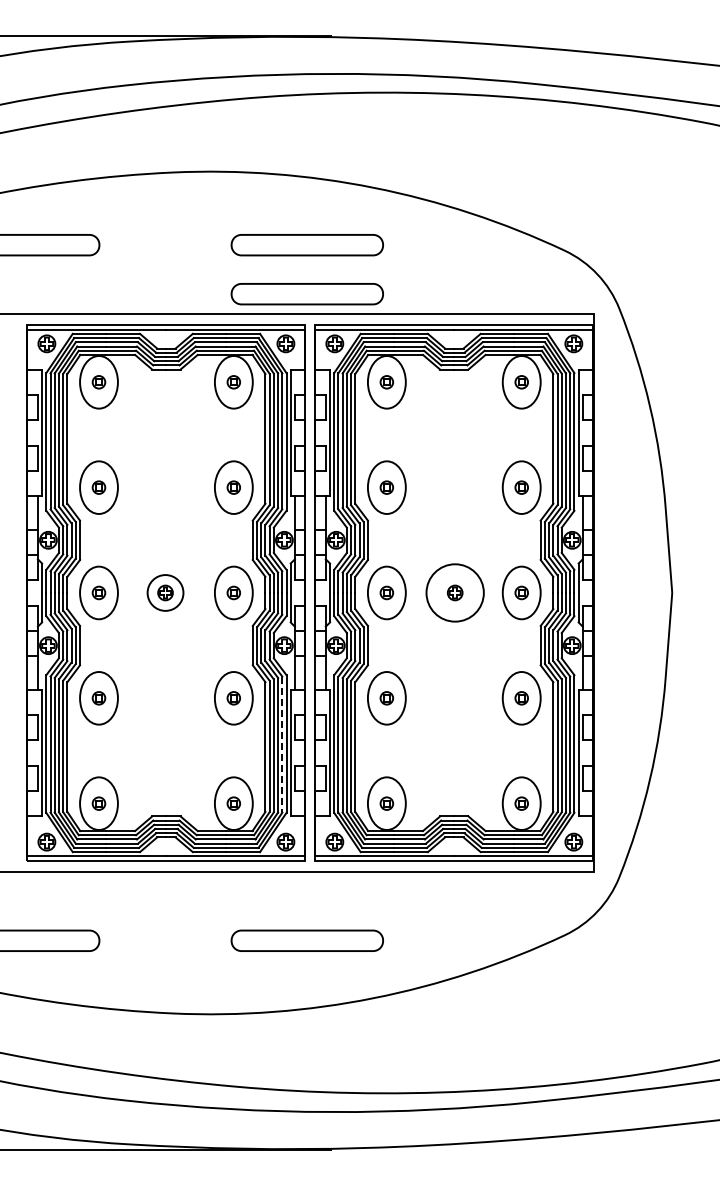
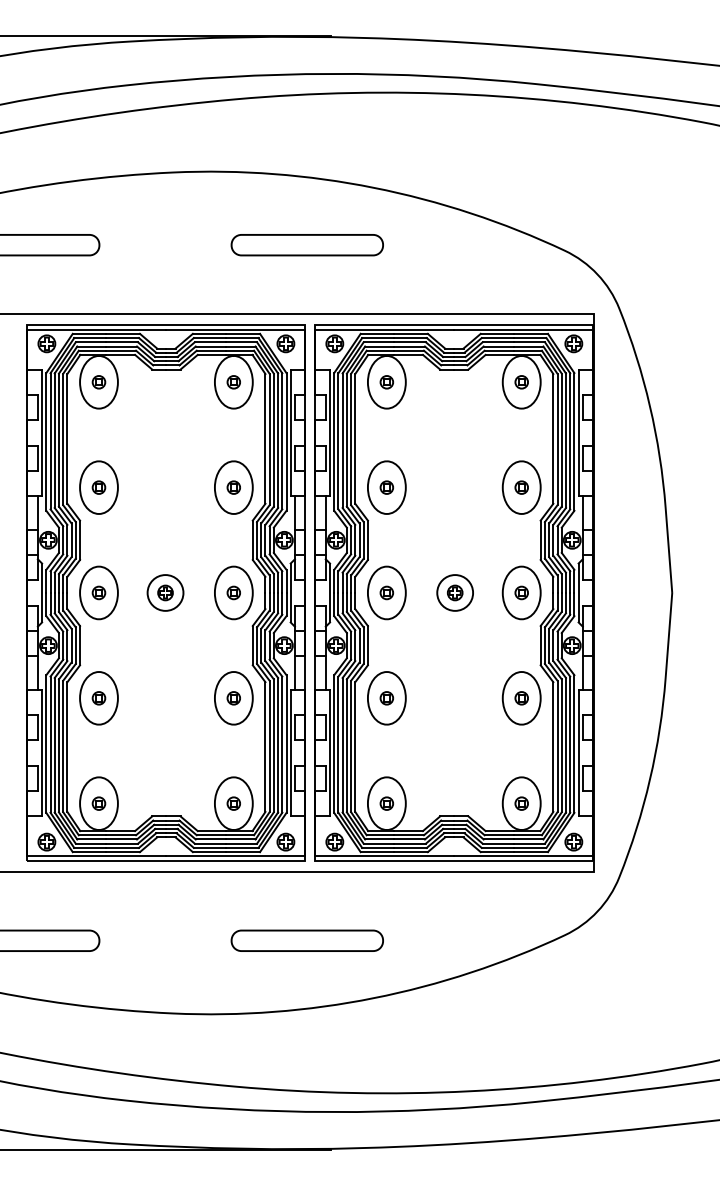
part at (306, 294): present -> none
circle at (454, 592) diameter: 57 px -> 36 px
line at (282, 745): dashed -> solid
